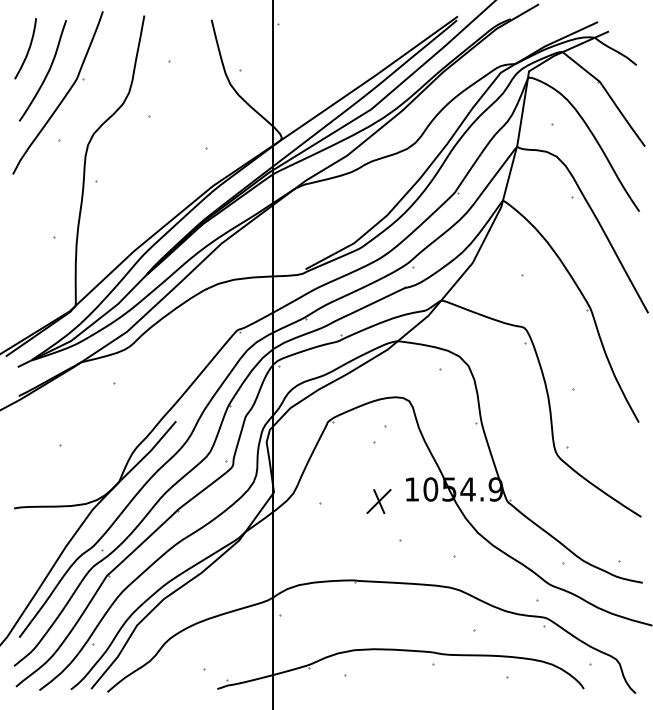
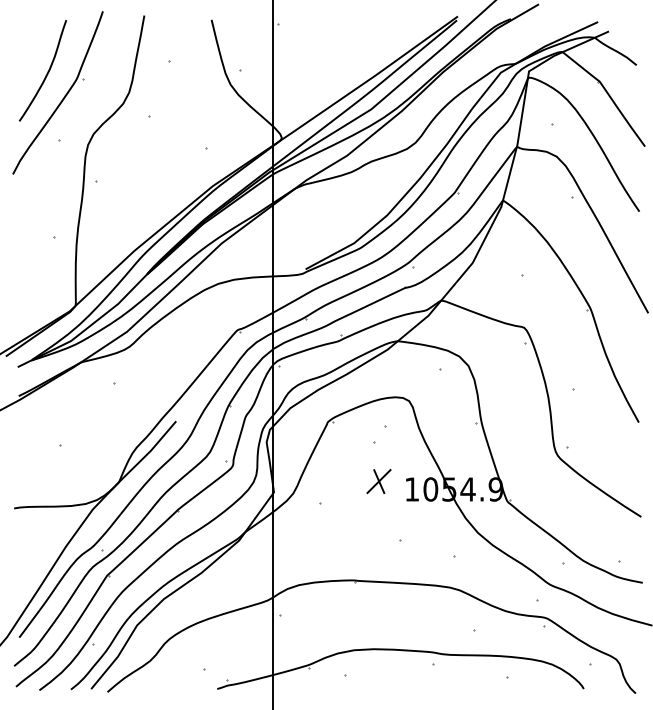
curve at (27, 50): present -> none
part at (378, 501) position: (378, 501) -> (378, 481)
